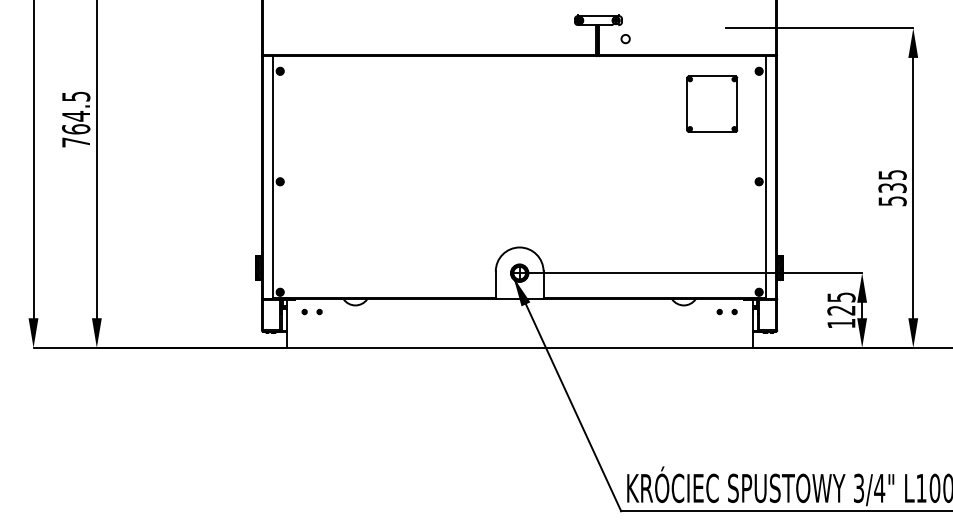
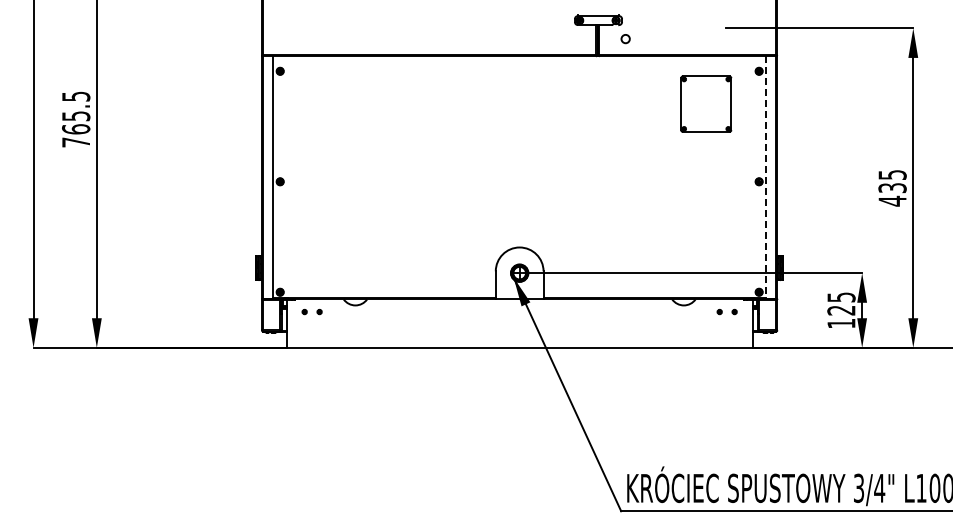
part at (712, 103) position: (712, 103) -> (706, 103)
text at (76, 115): 764.5 -> 765.5
line at (766, 177): solid -> dashed
text at (892, 200): 535 -> 435
